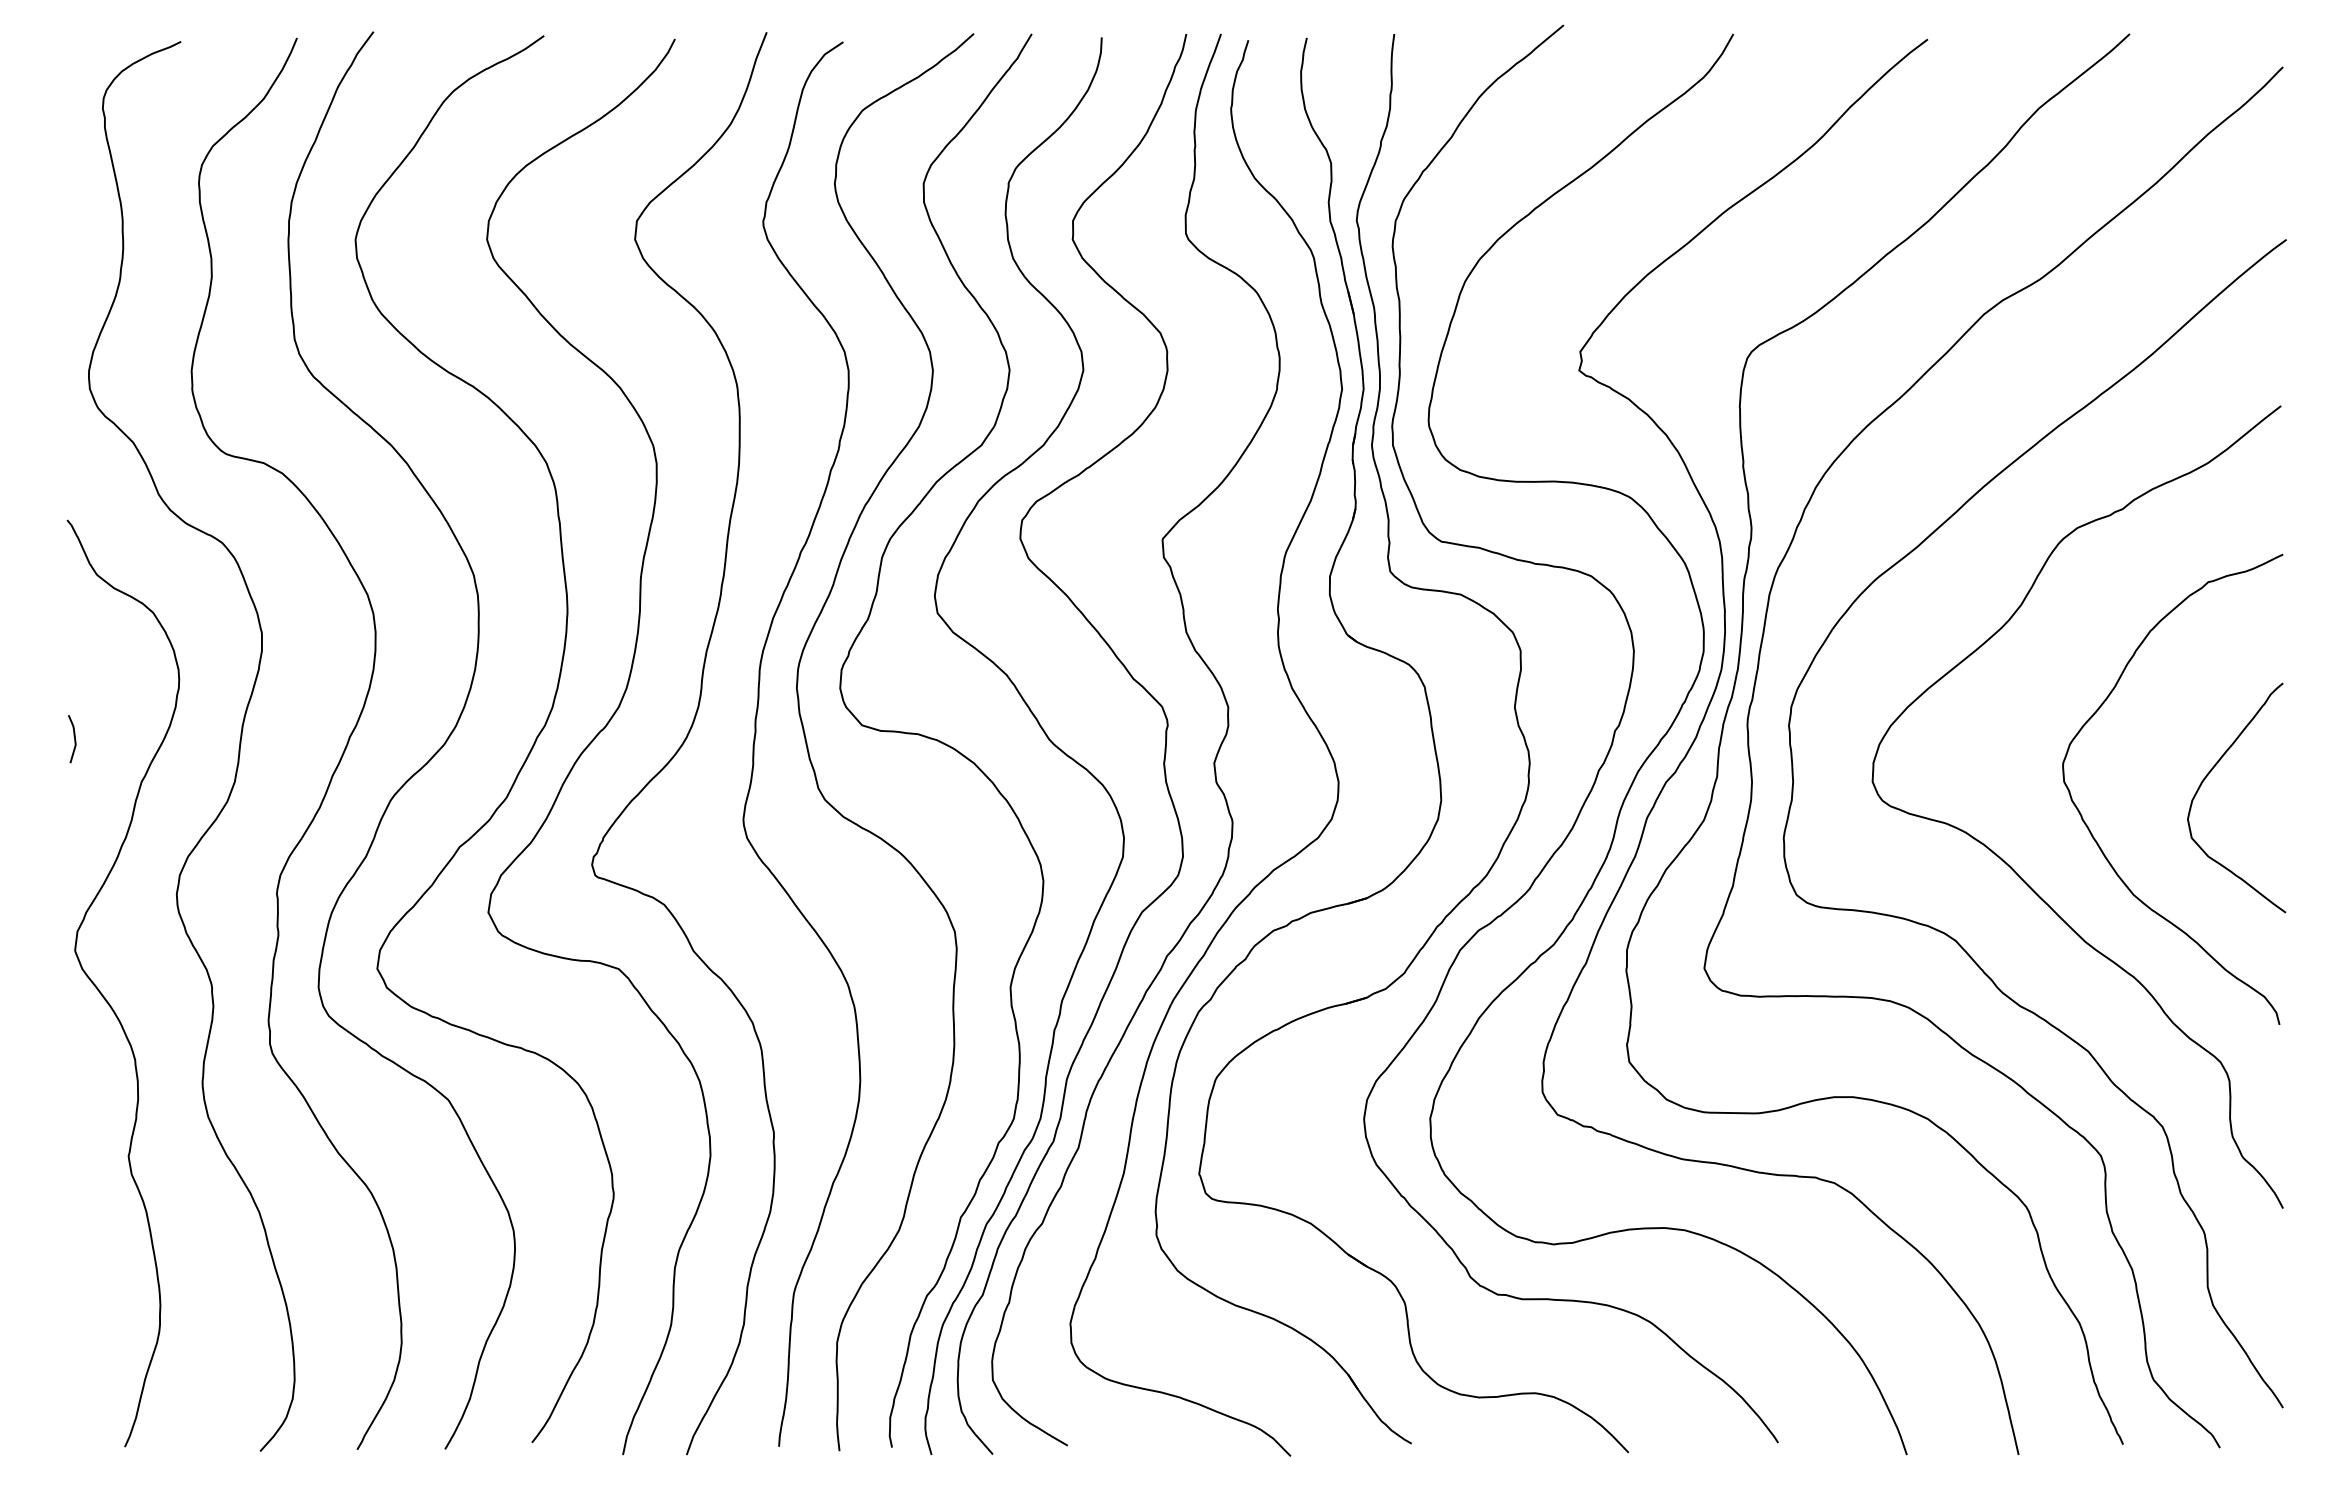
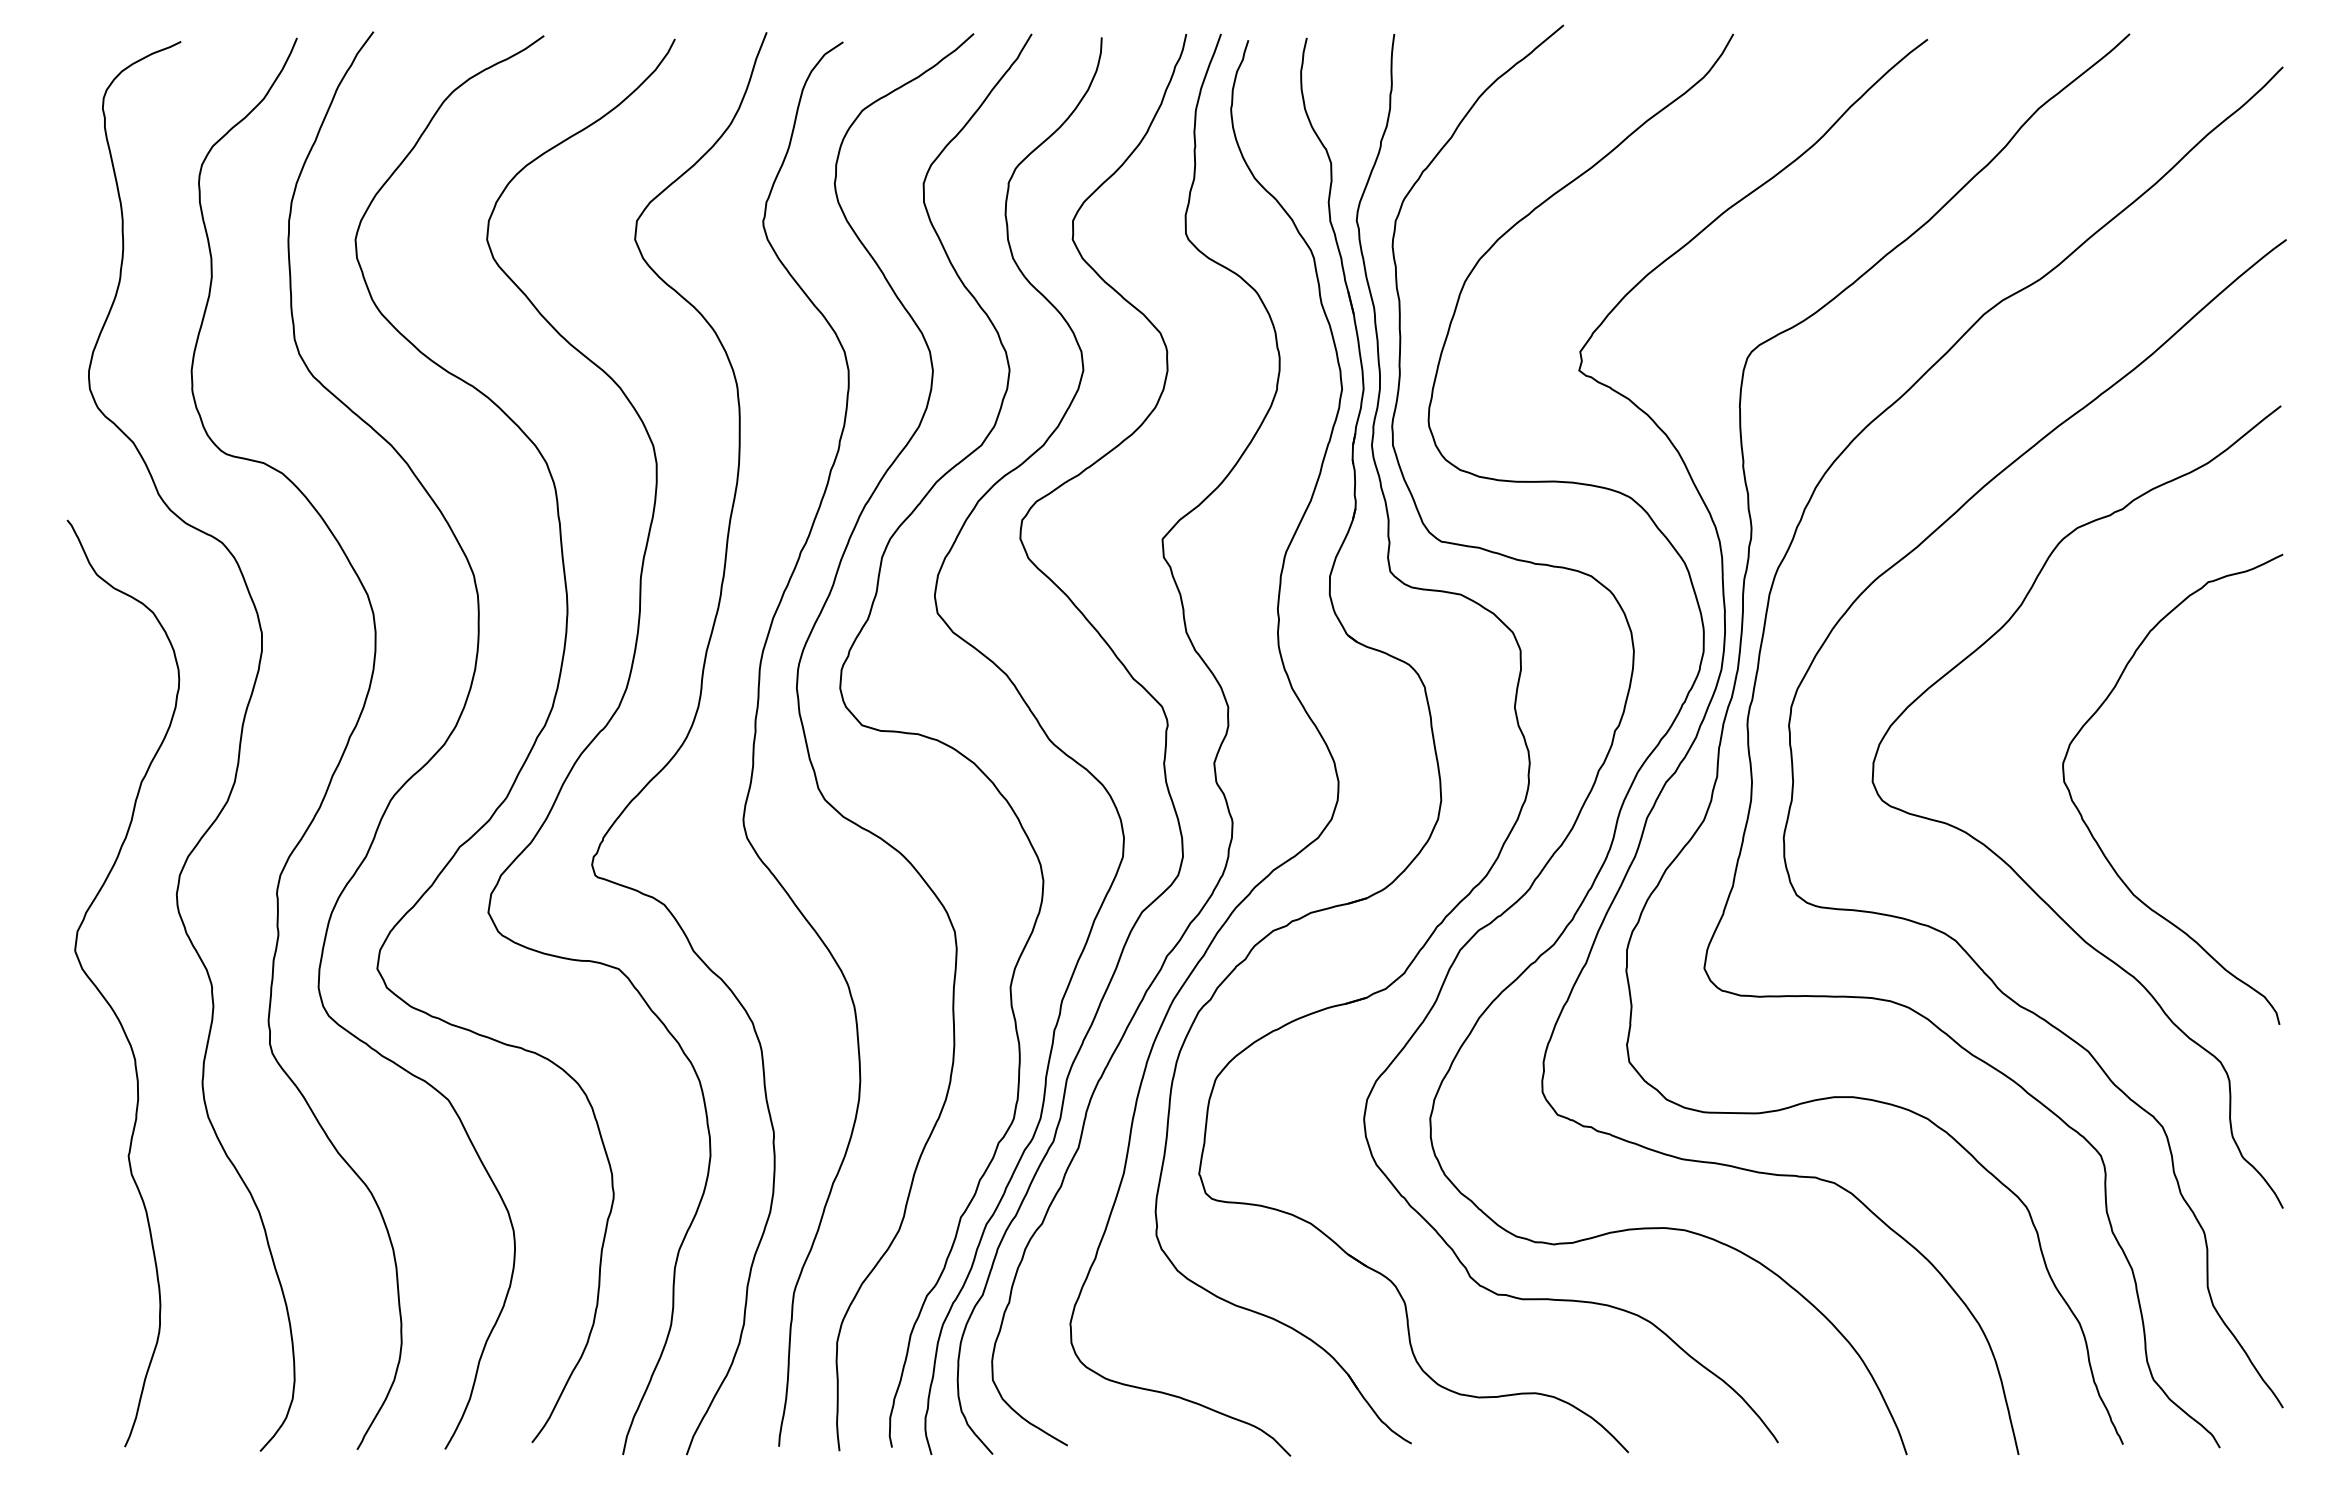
curve at (74, 739): present -> none
curve at (2208, 775): present -> none
